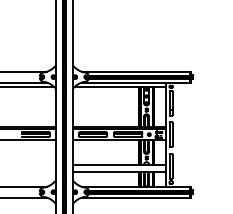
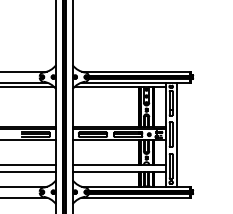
line at (176, 134): none -> present
line at (29, 164): none -> present
line at (29, 172): none -> present
